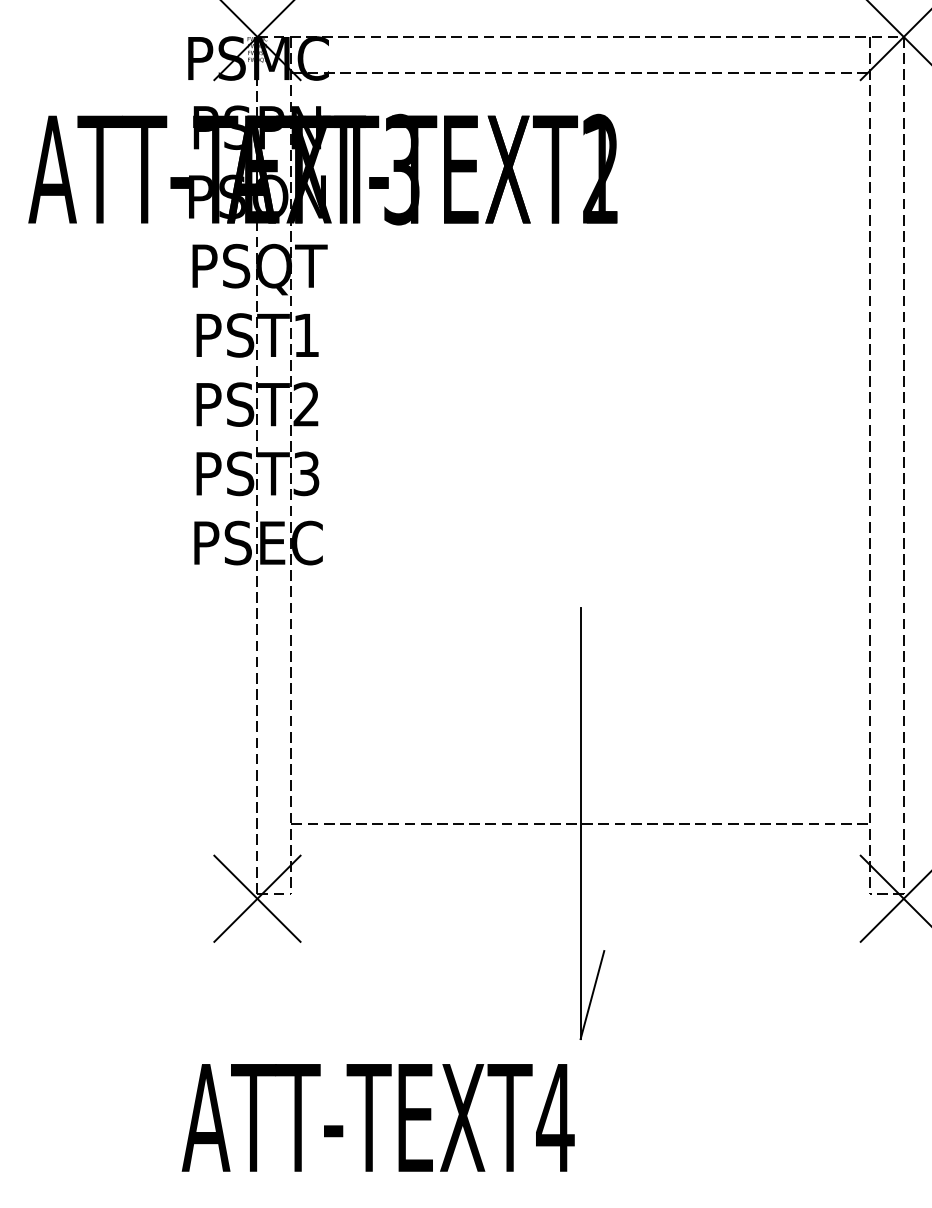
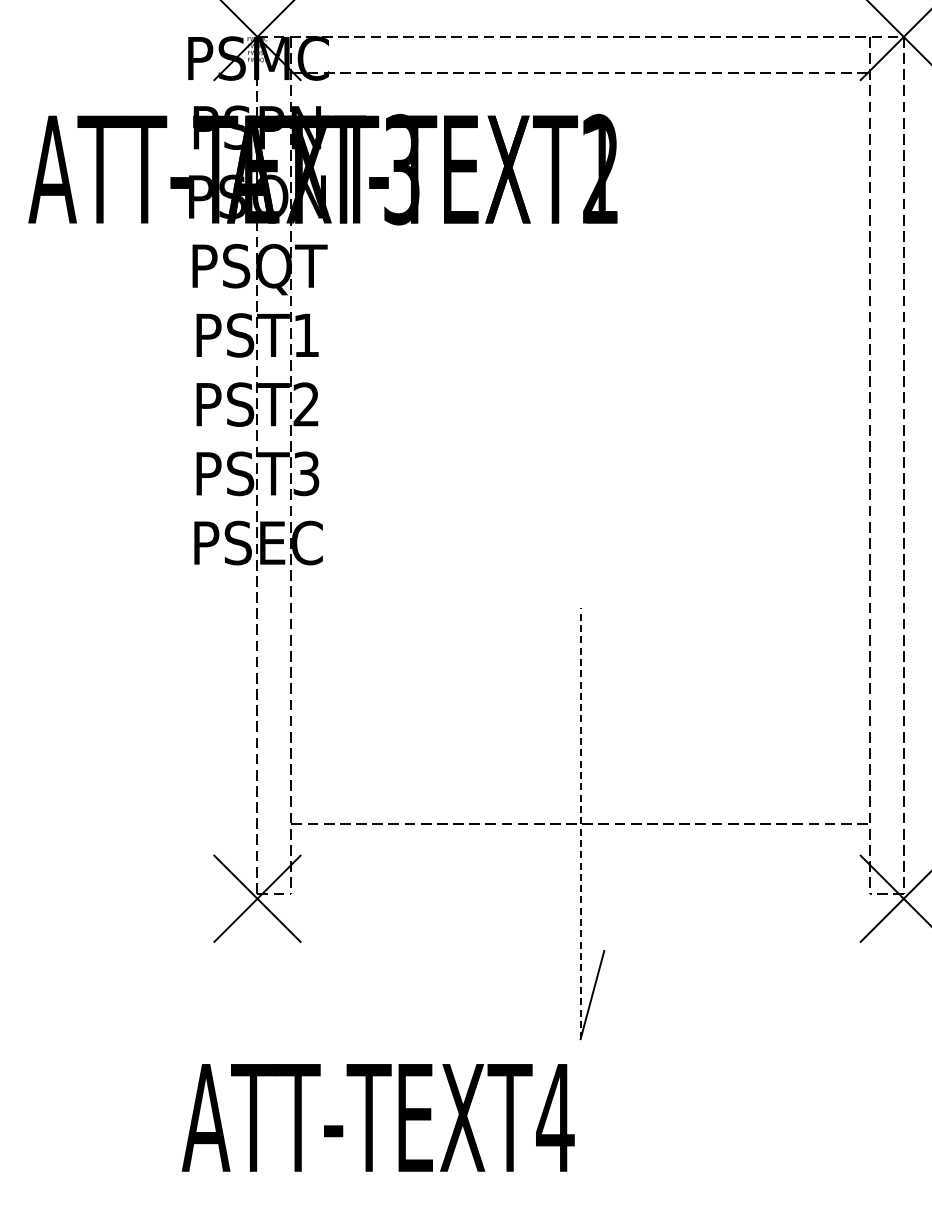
line at (580, 823): solid -> dashed
